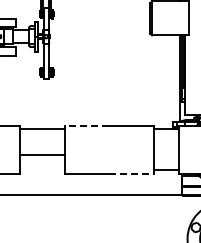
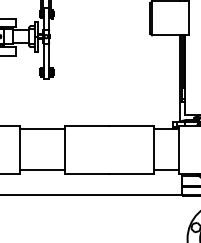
line at (86, 125): dashed -> solid
line at (41, 155) position: (41, 155) -> (41, 170)
line at (131, 173): dashed -> solid
